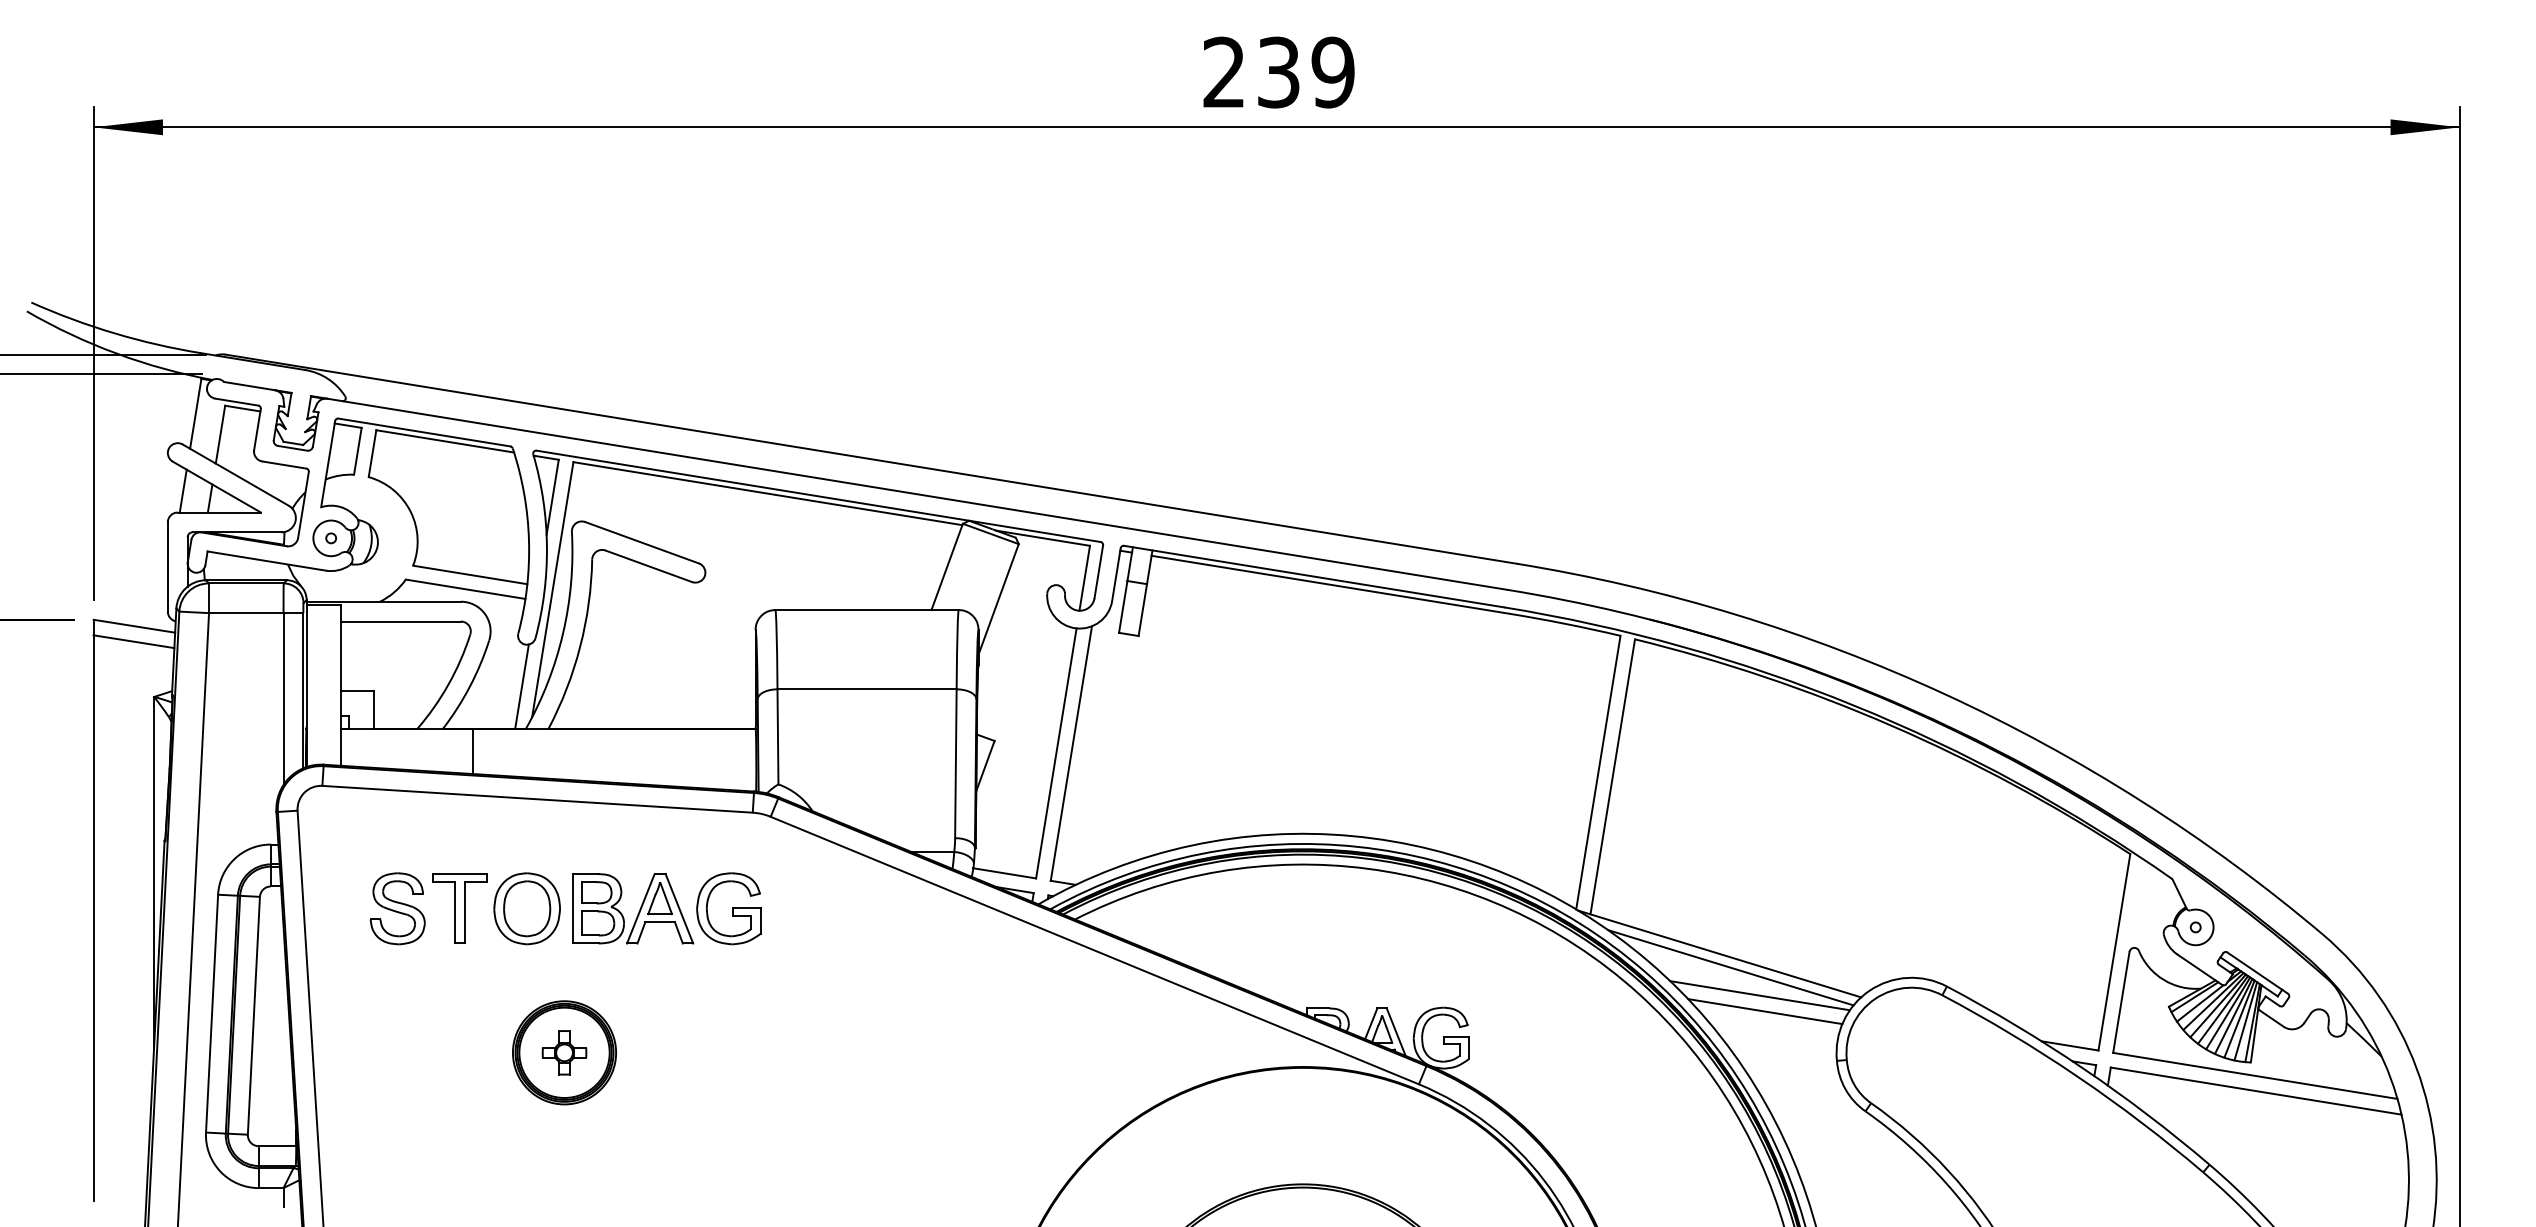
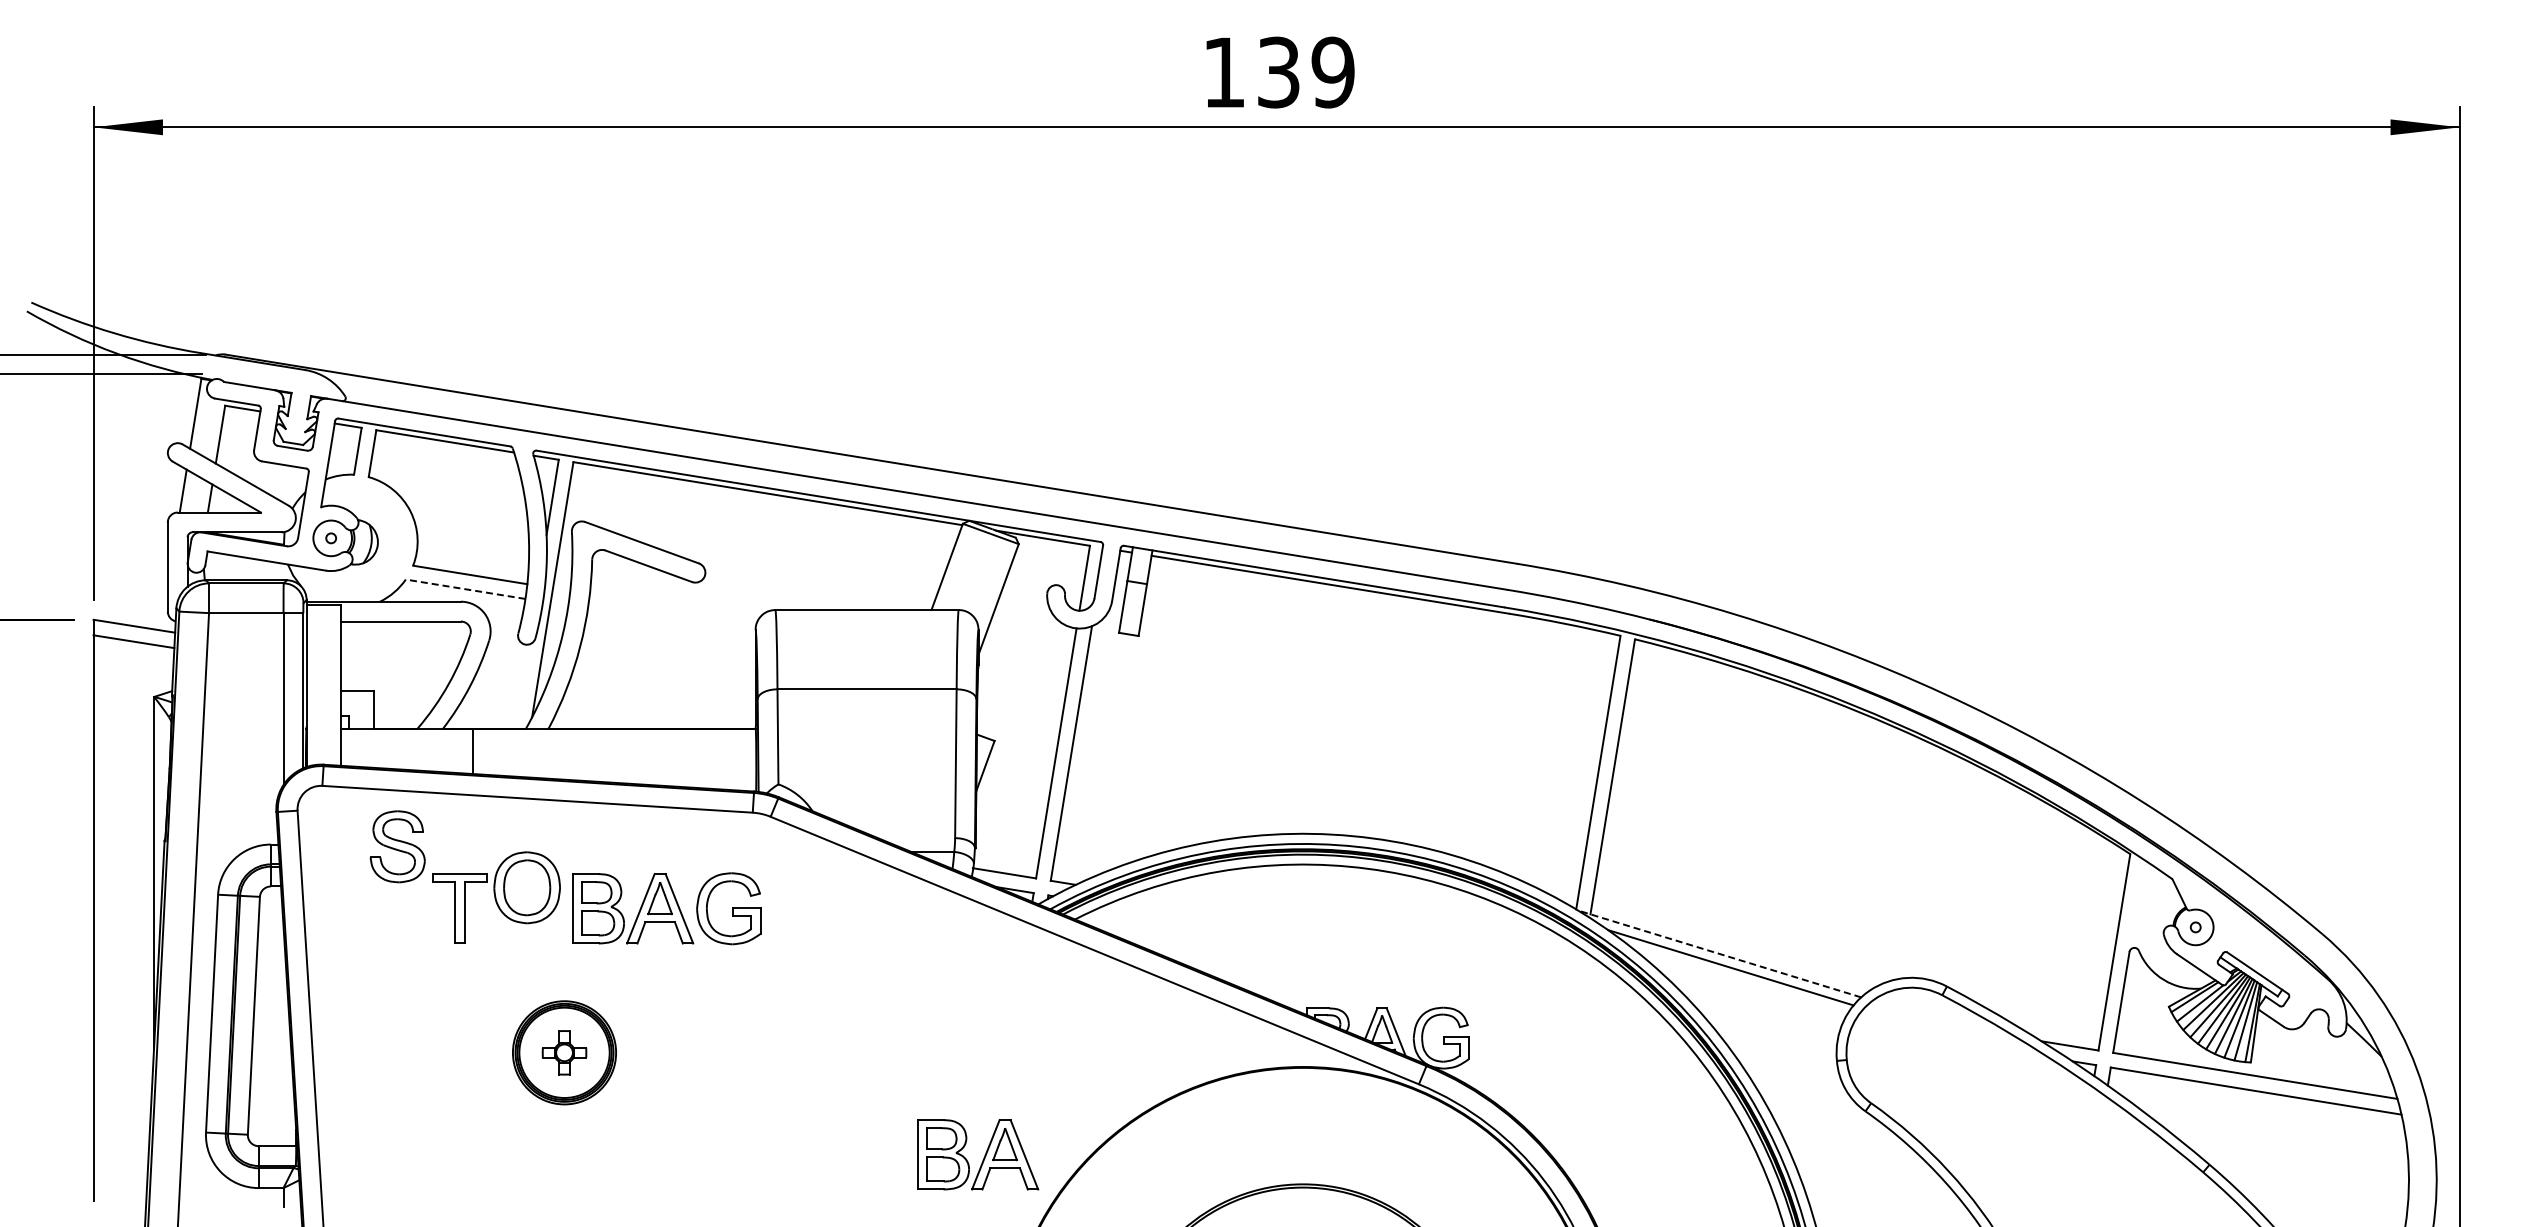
text at (1223, 71): 239 -> 139
line at (465, 589): solid -> dashed
line at (521, 686): present -> none
part at (397, 908) position: (397, 908) -> (397, 846)
part at (526, 908) position: (526, 908) -> (526, 887)
line at (1719, 953): solid -> dashed
line at (1759, 995): present -> none
line at (1765, 1011): present -> none
part at (978, 1154): none -> present
